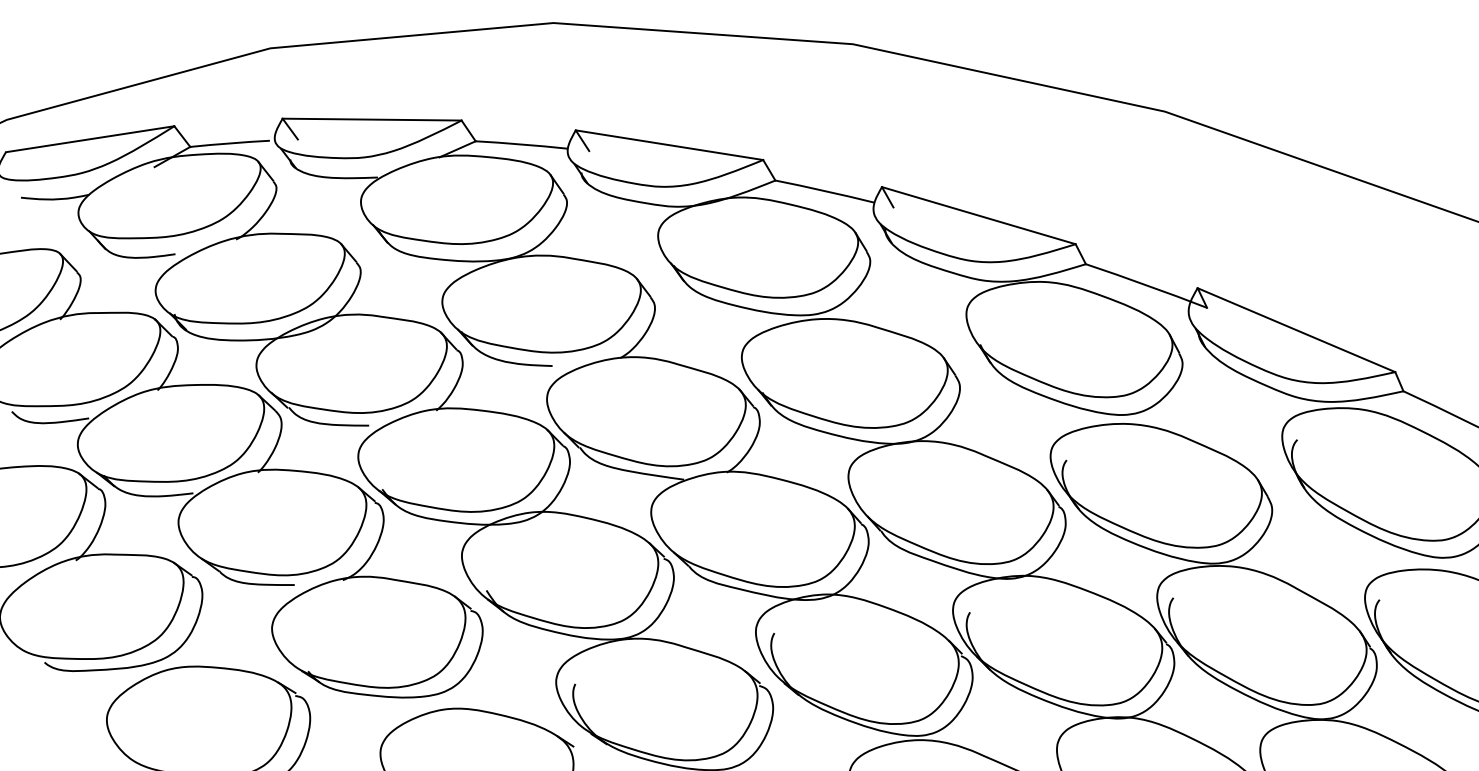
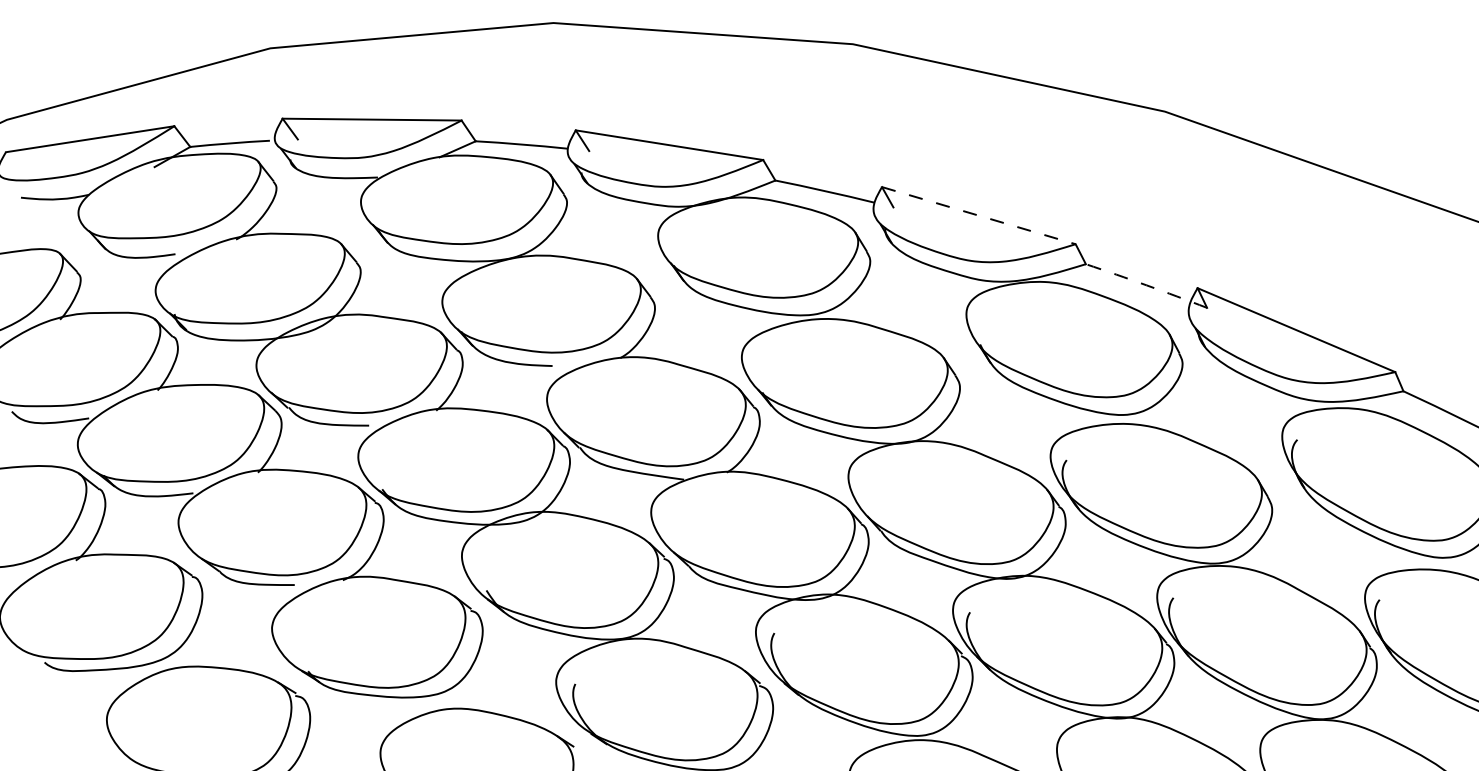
line at (978, 215): solid -> dashed
arc at (1146, 285): solid -> dashed
